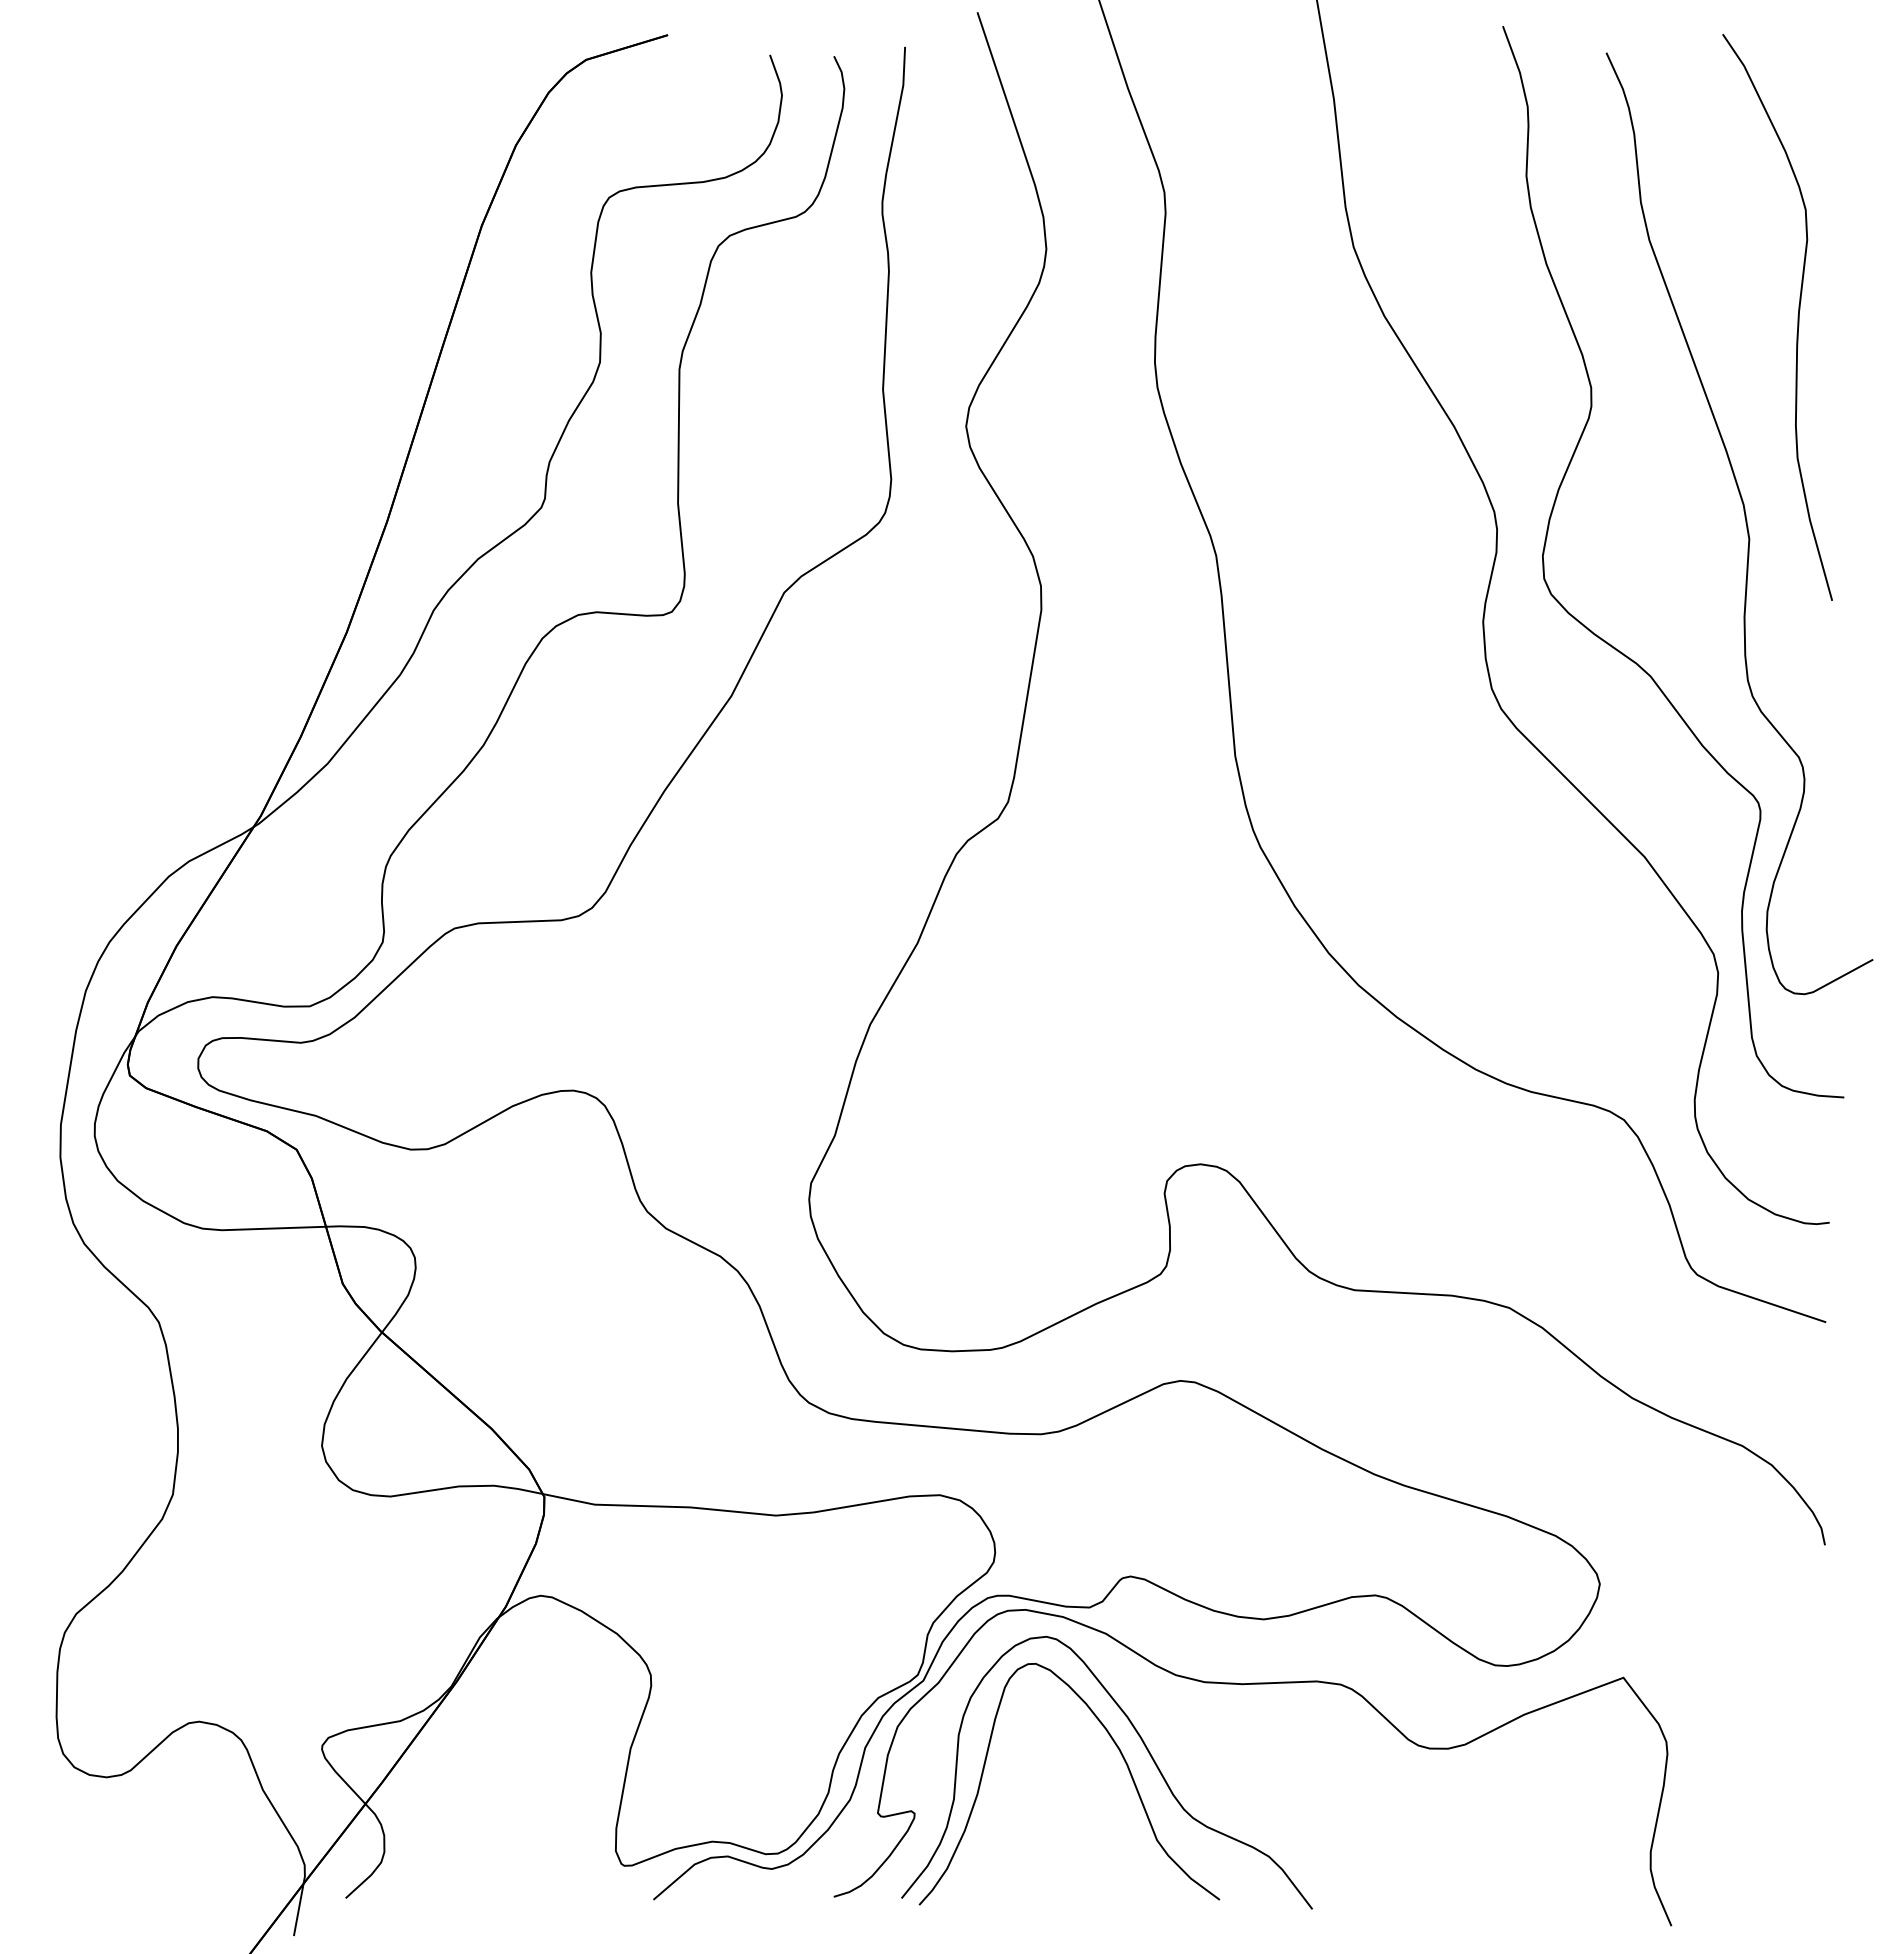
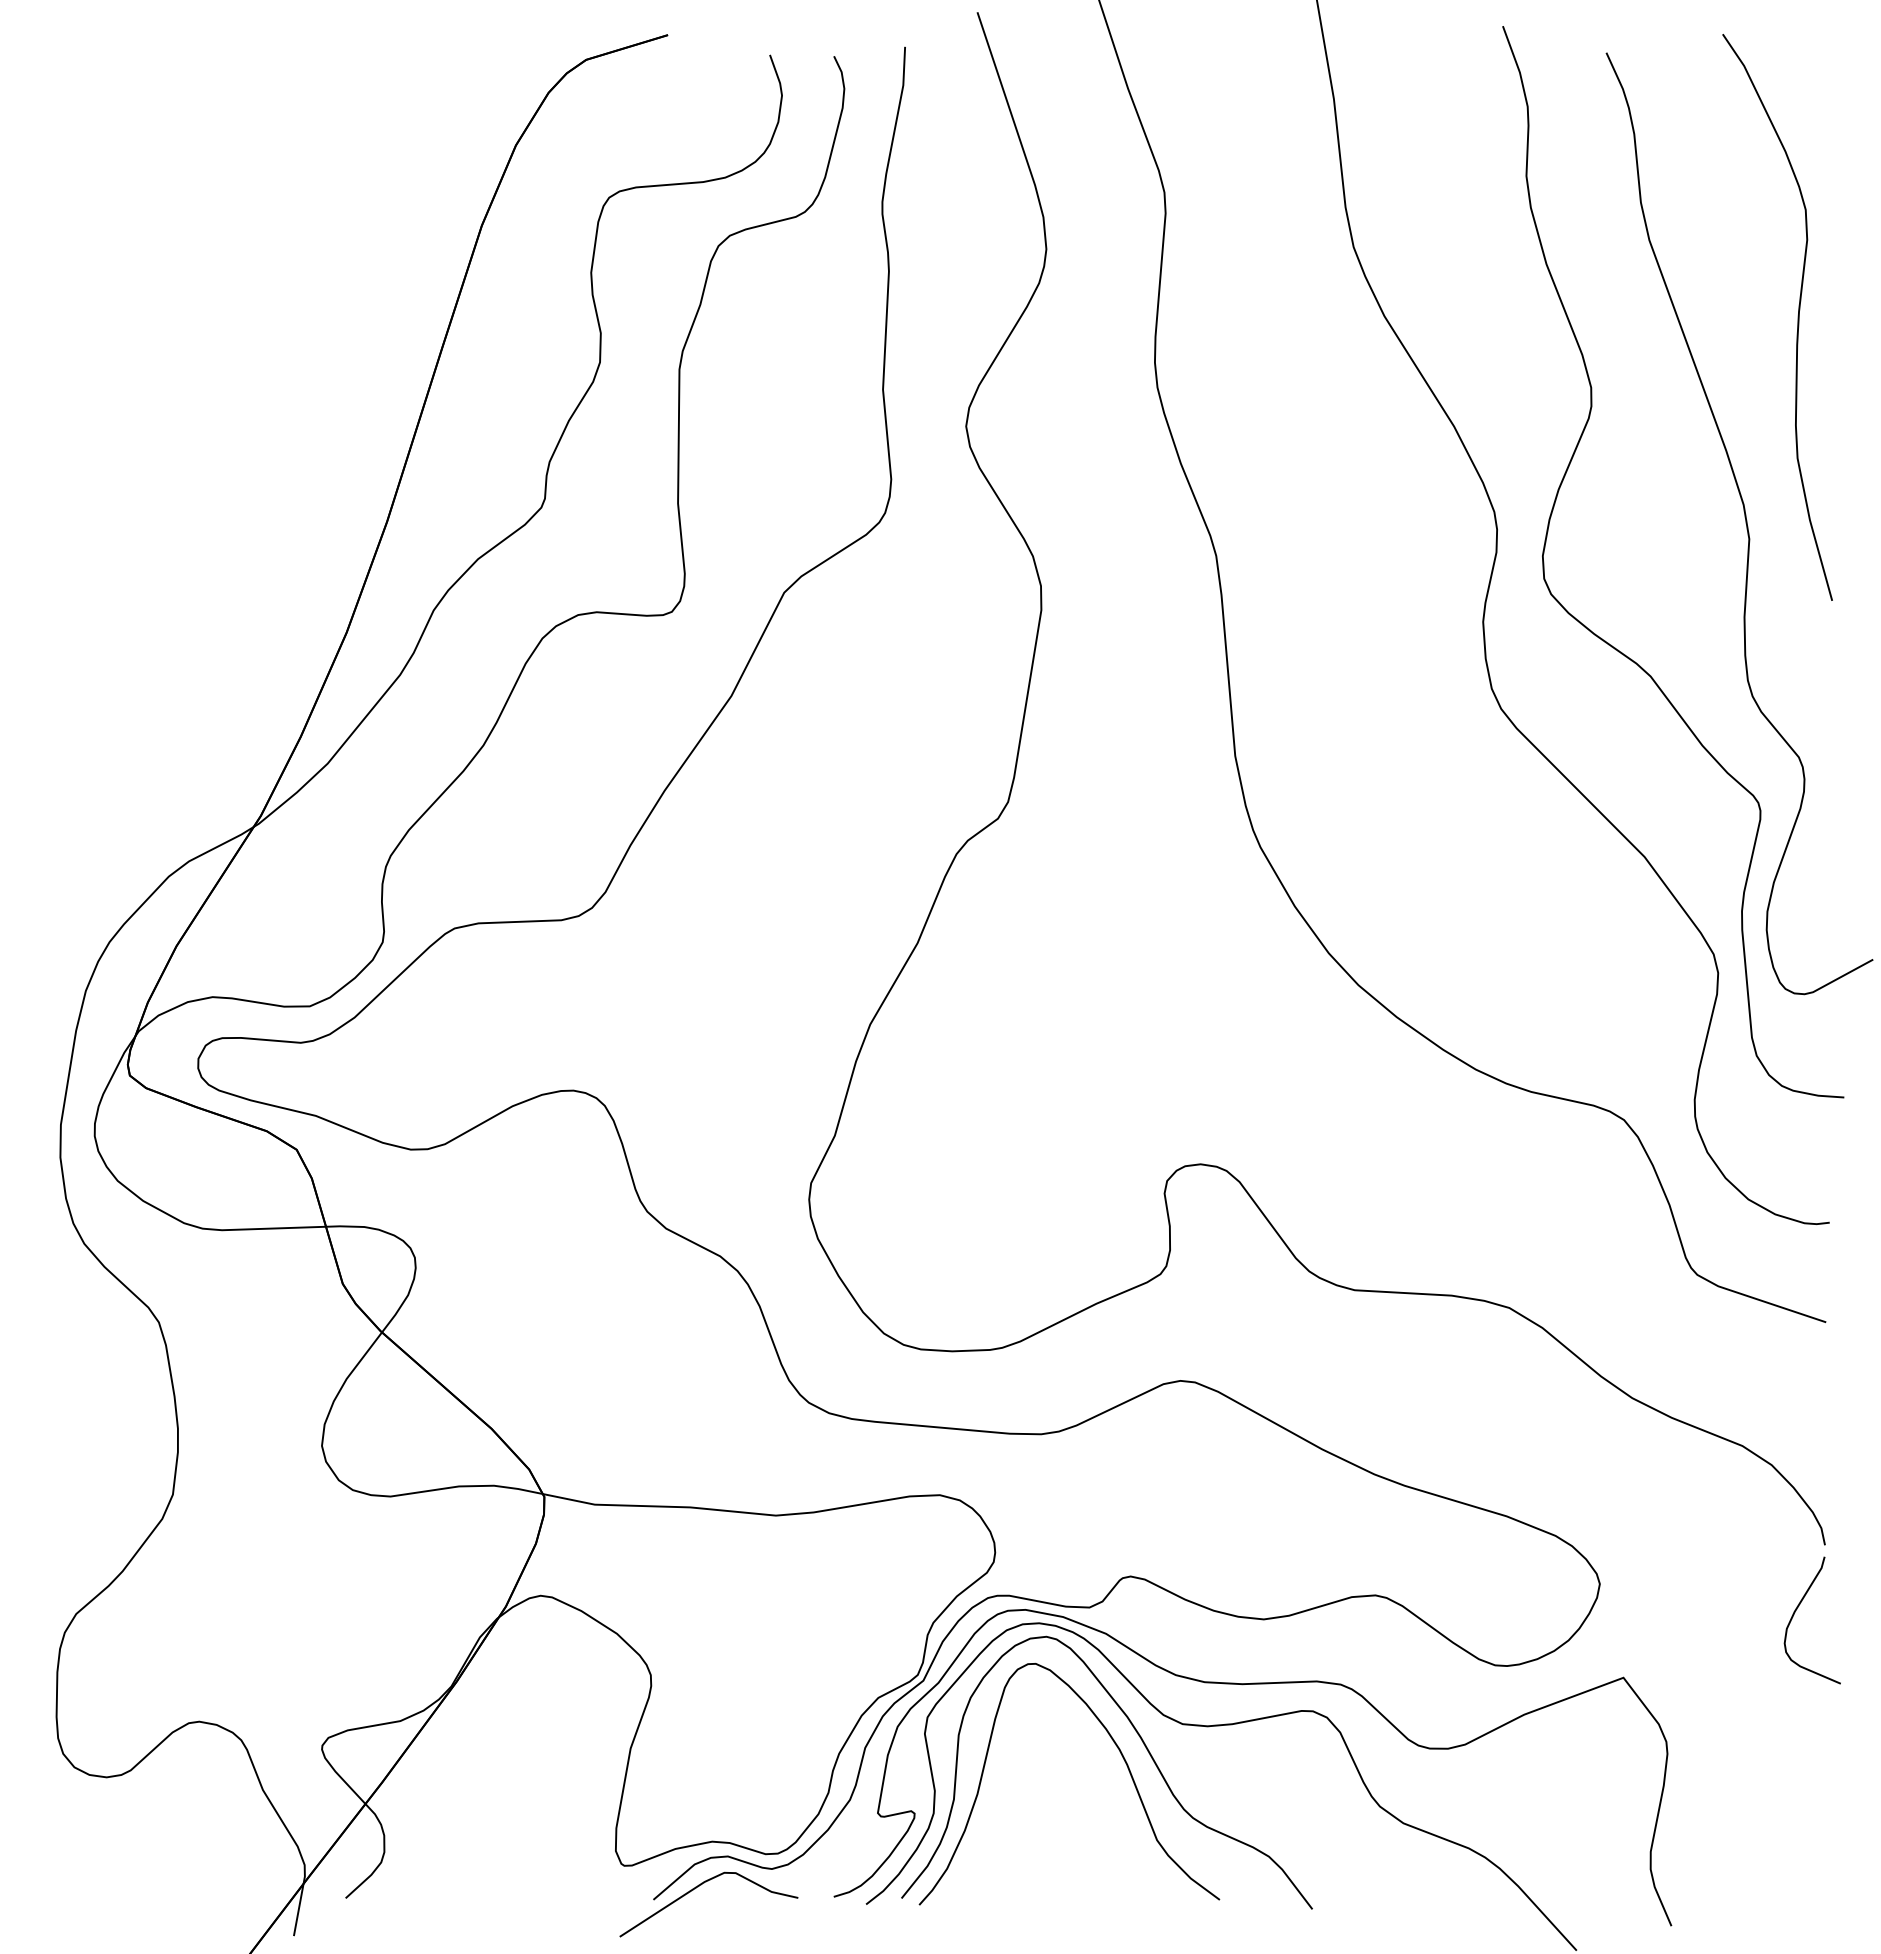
curve at (1797, 1609): none -> present
curve at (1220, 1726): none -> present
curve at (698, 1887): none -> present
